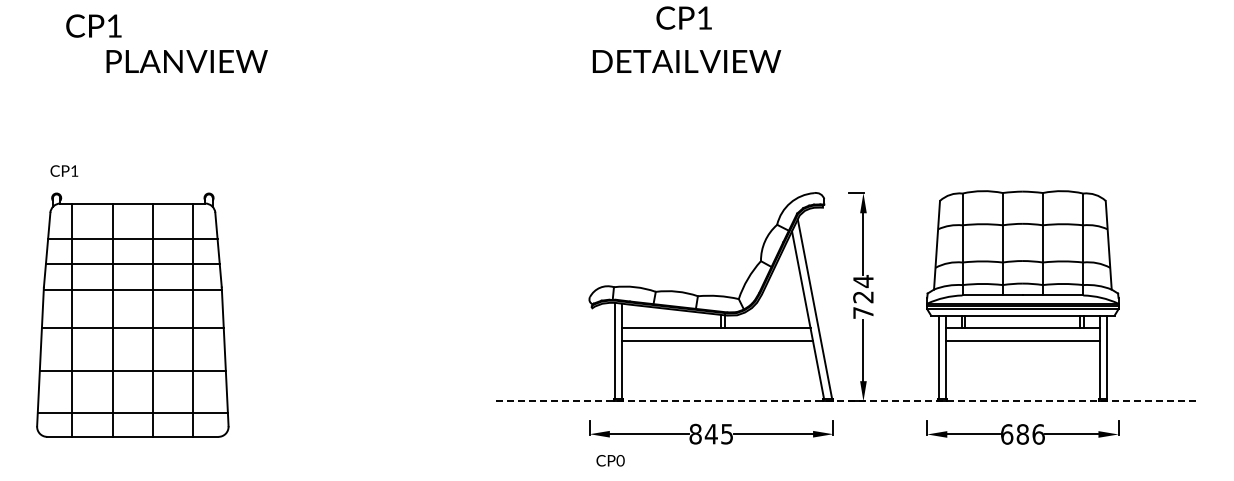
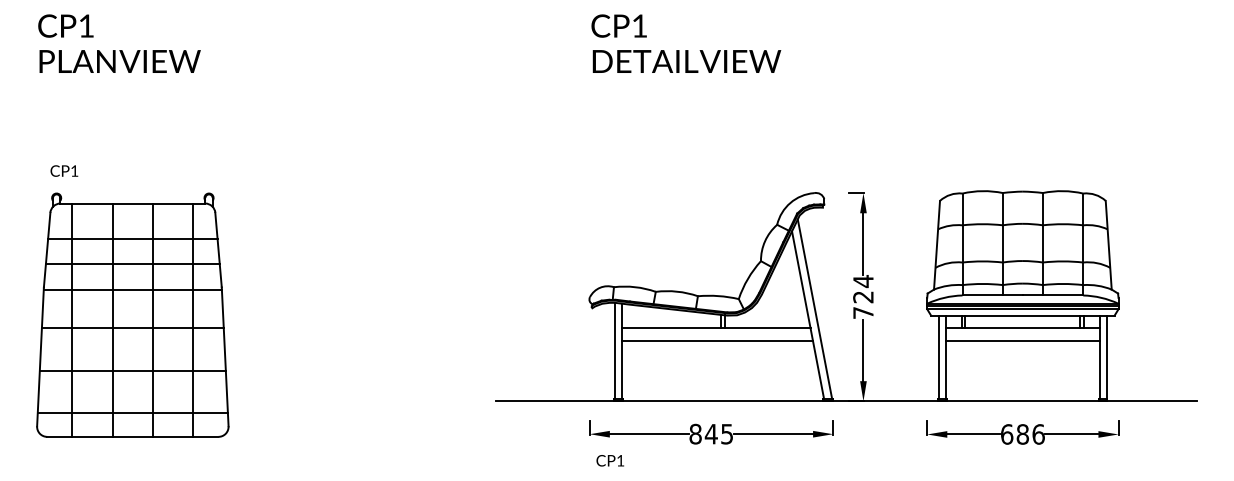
text at (683, 17) position: (683, 17) -> (618, 25)
text at (93, 25) position: (93, 25) -> (65, 25)
text at (186, 61) position: (186, 61) -> (119, 61)
line at (846, 401): dashed -> solid
text at (620, 460): CP0 -> CP1
